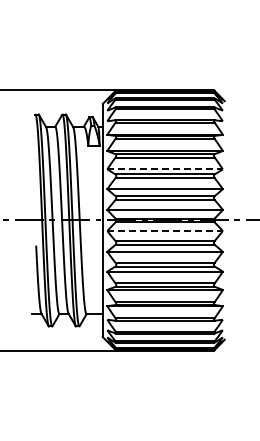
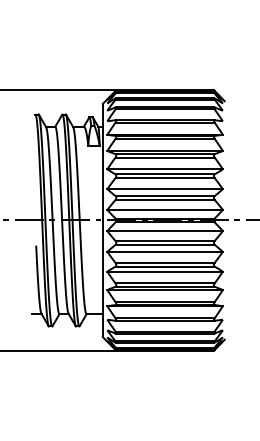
line at (165, 169): dashed -> solid
line at (165, 231): dashed -> solid
